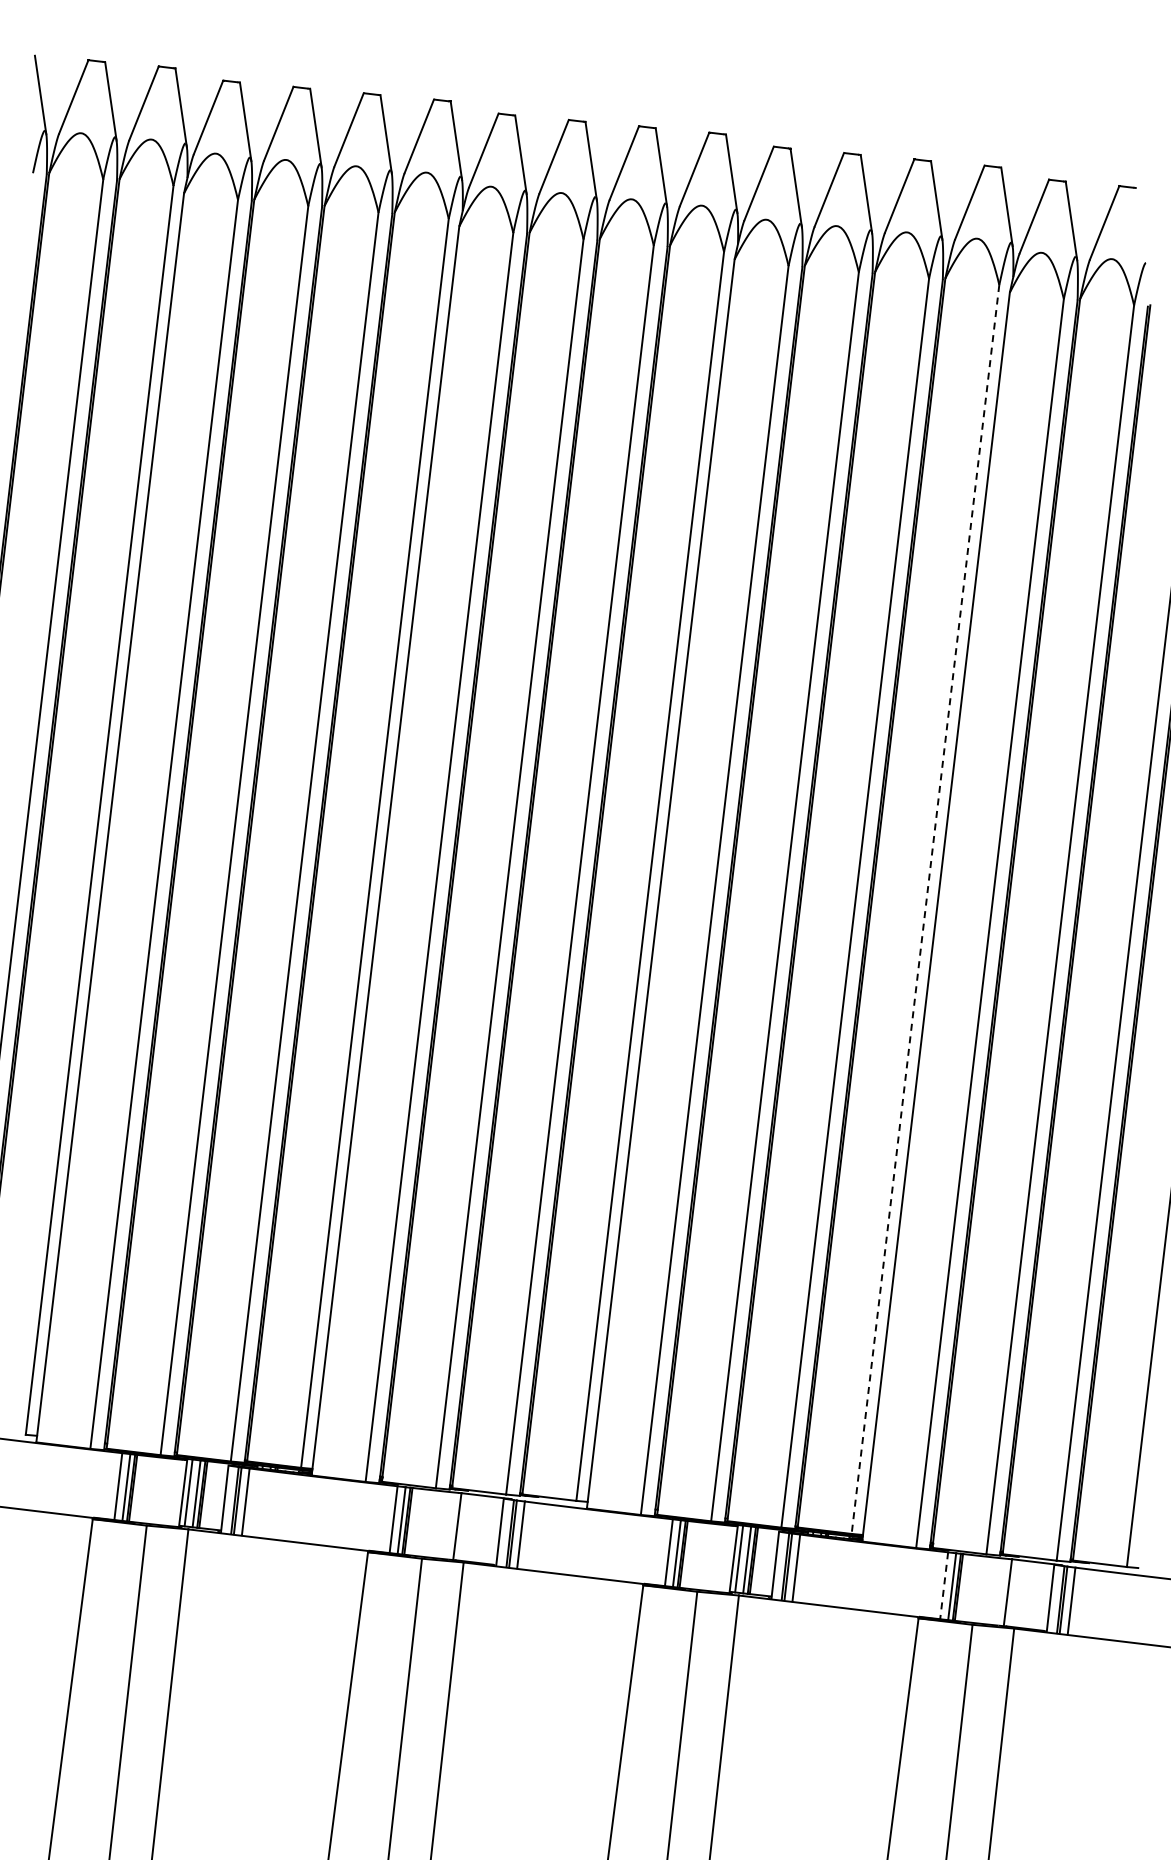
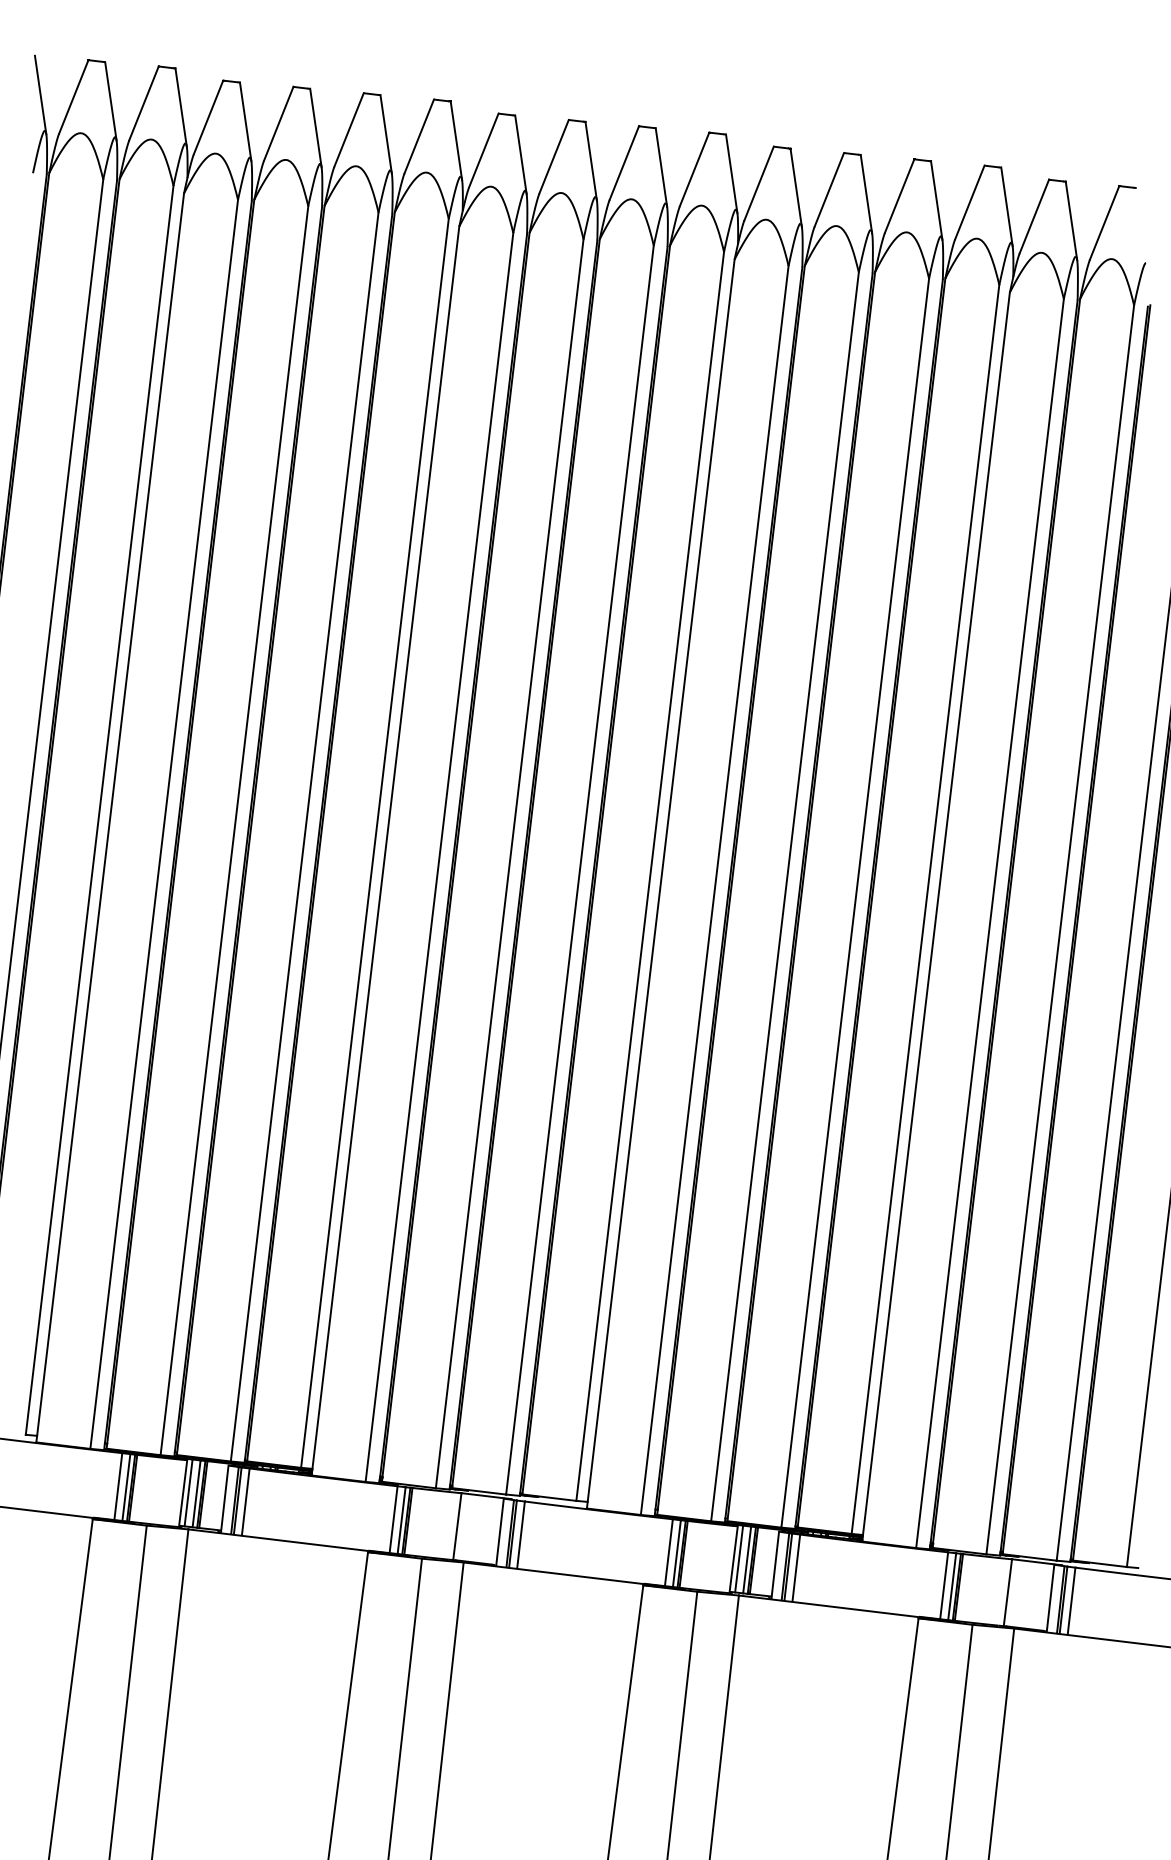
line at (925, 909): dashed -> solid
line at (944, 1585): dashed -> solid
